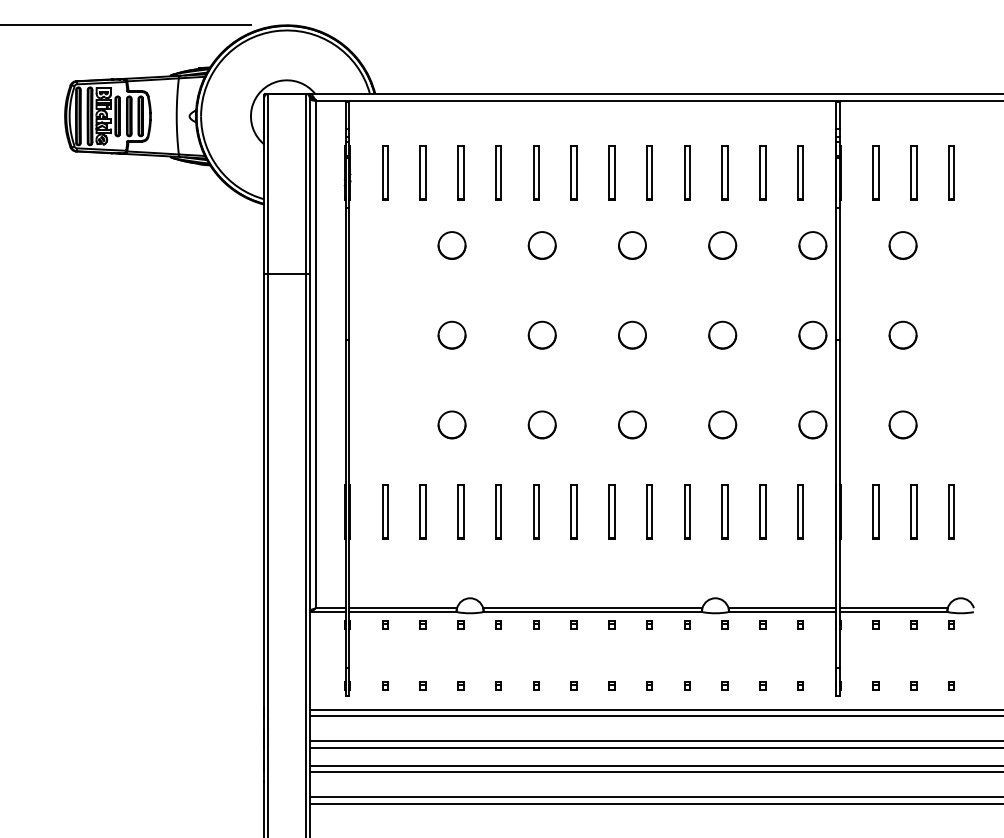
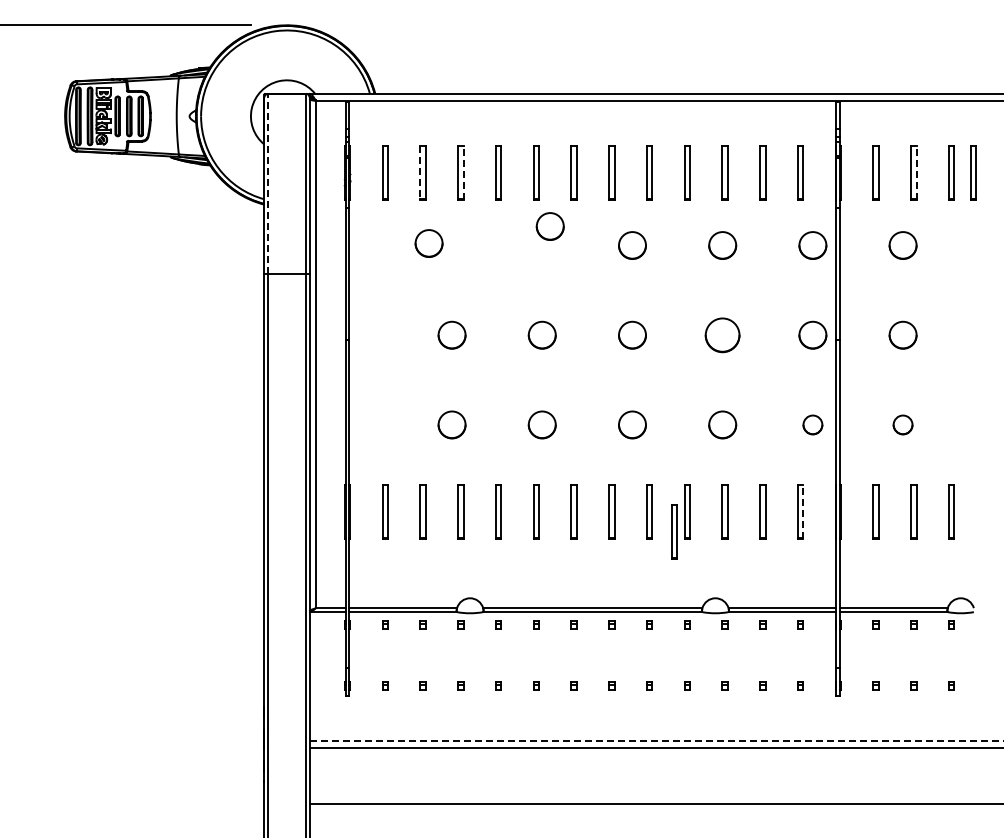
line at (420, 172): solid -> dashed
line at (463, 172): solid -> dashed
line at (916, 172): solid -> dashed
part at (973, 172): none -> present
line at (268, 183): solid -> dashed
circle at (451, 245) position: (451, 245) -> (428, 243)
circle at (541, 245) position: (541, 245) -> (549, 226)
circle at (722, 334) size: 30x30 px -> 37x37 px
circle at (812, 424) size: 30x30 px -> 22x22 px
circle at (902, 424) size: 30x30 px -> 22x22 px
line at (803, 511): solid -> dashed
part at (674, 531): none -> present
line at (654, 710): present -> none
line at (654, 716): present -> none
line at (656, 741): solid -> dashed
line at (654, 766): present -> none
line at (654, 772): present -> none
line at (654, 797): present -> none
